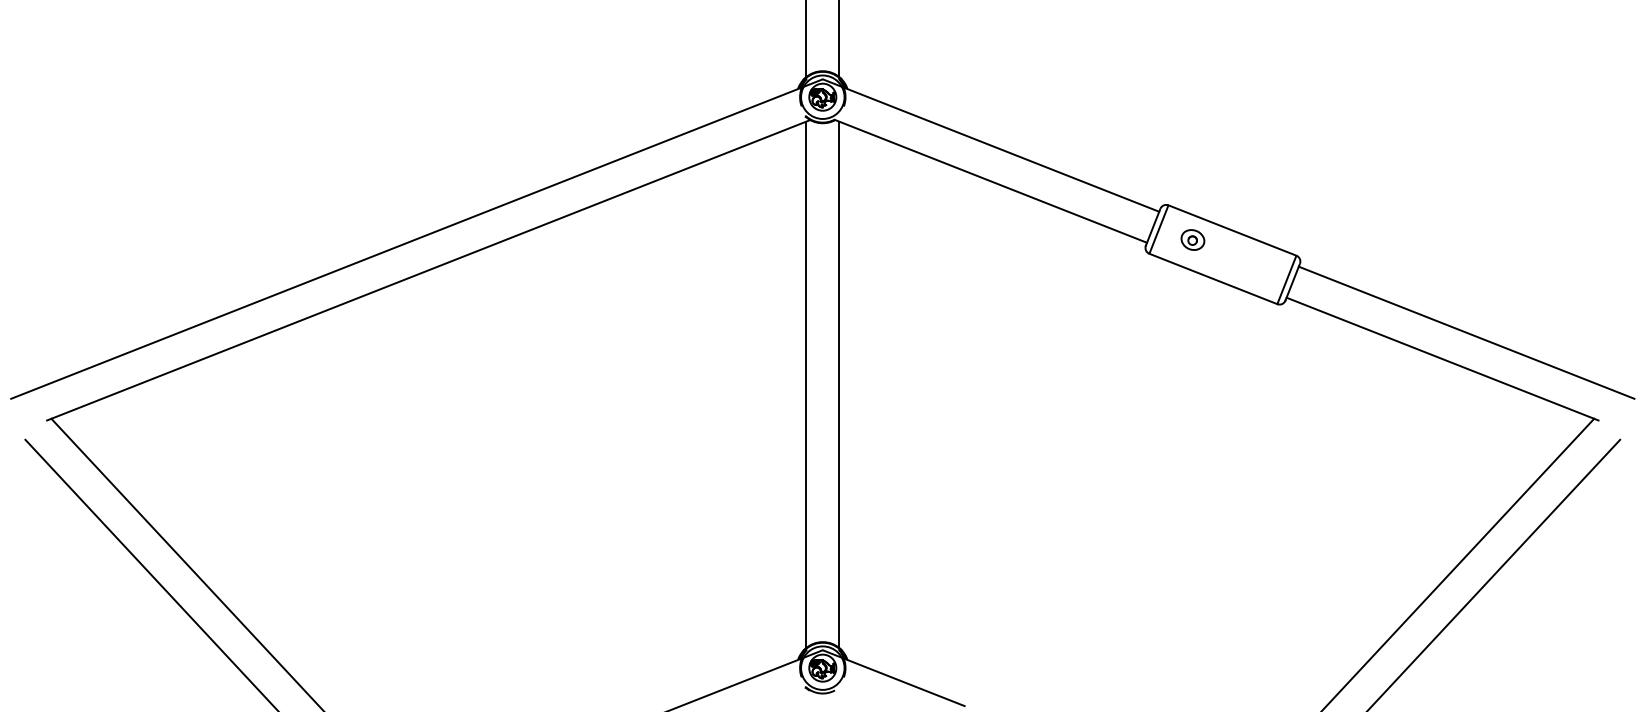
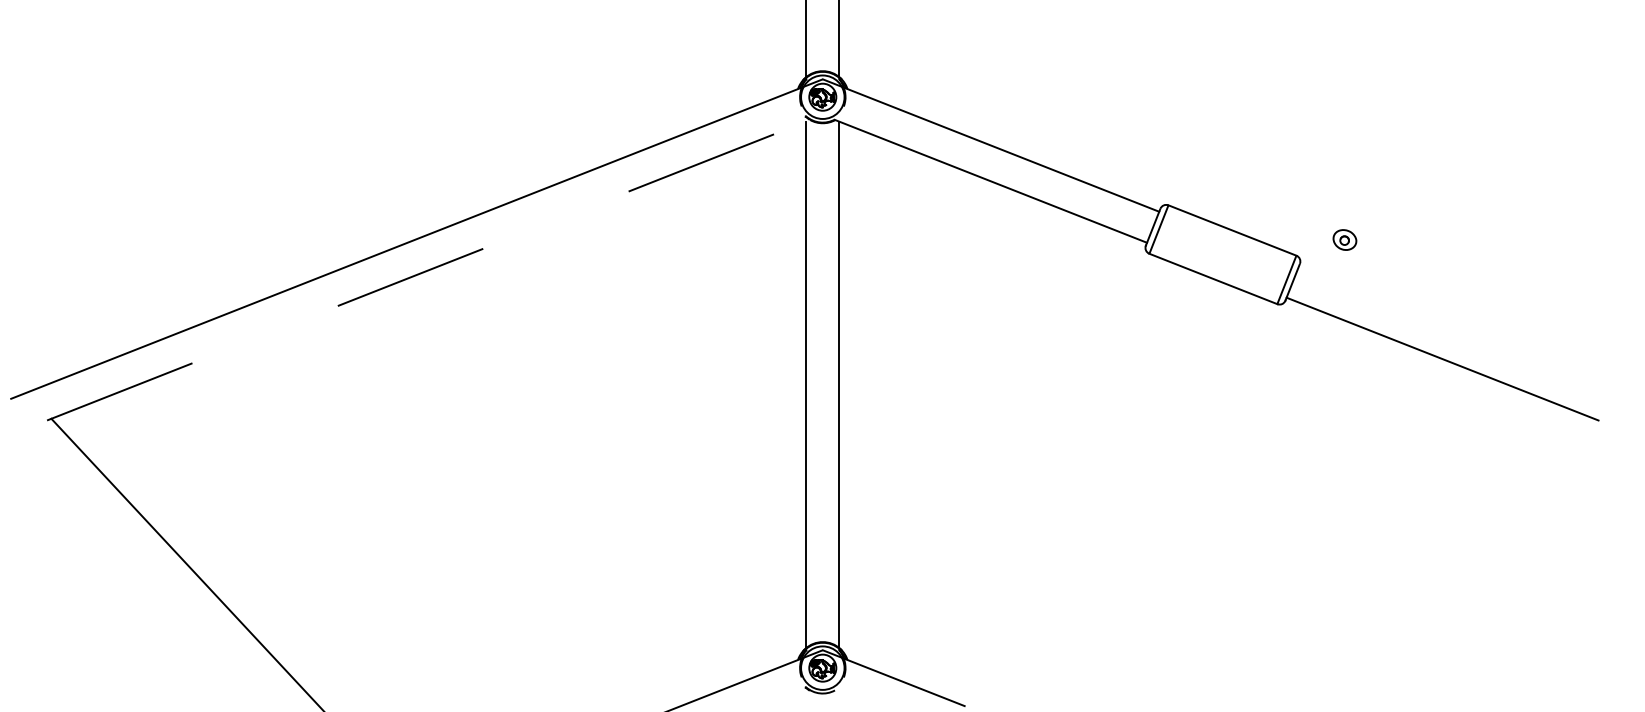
part at (1192, 239) position: (1192, 239) -> (1344, 239)
line at (429, 270): solid -> dashed
line at (1466, 332): present -> none
line at (1459, 563): present -> none
line at (150, 573): present -> none
line at (1494, 573): present -> none
